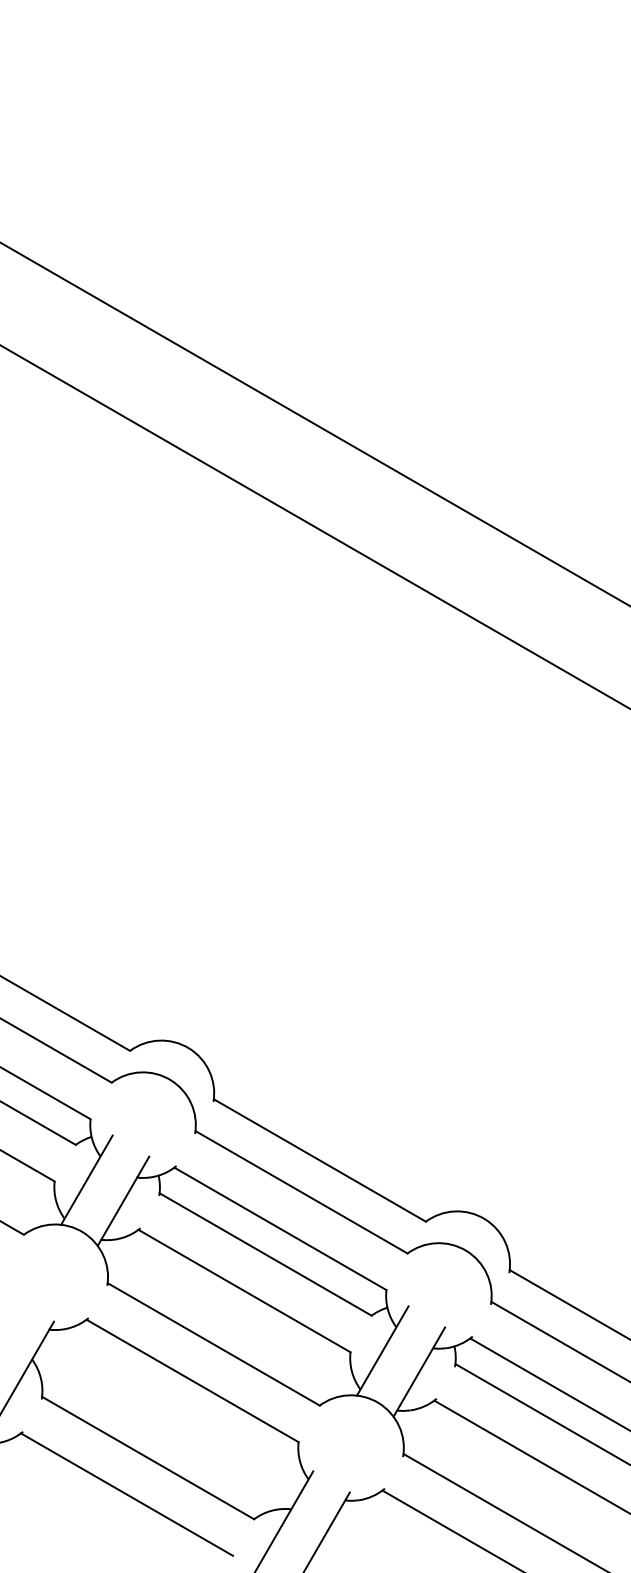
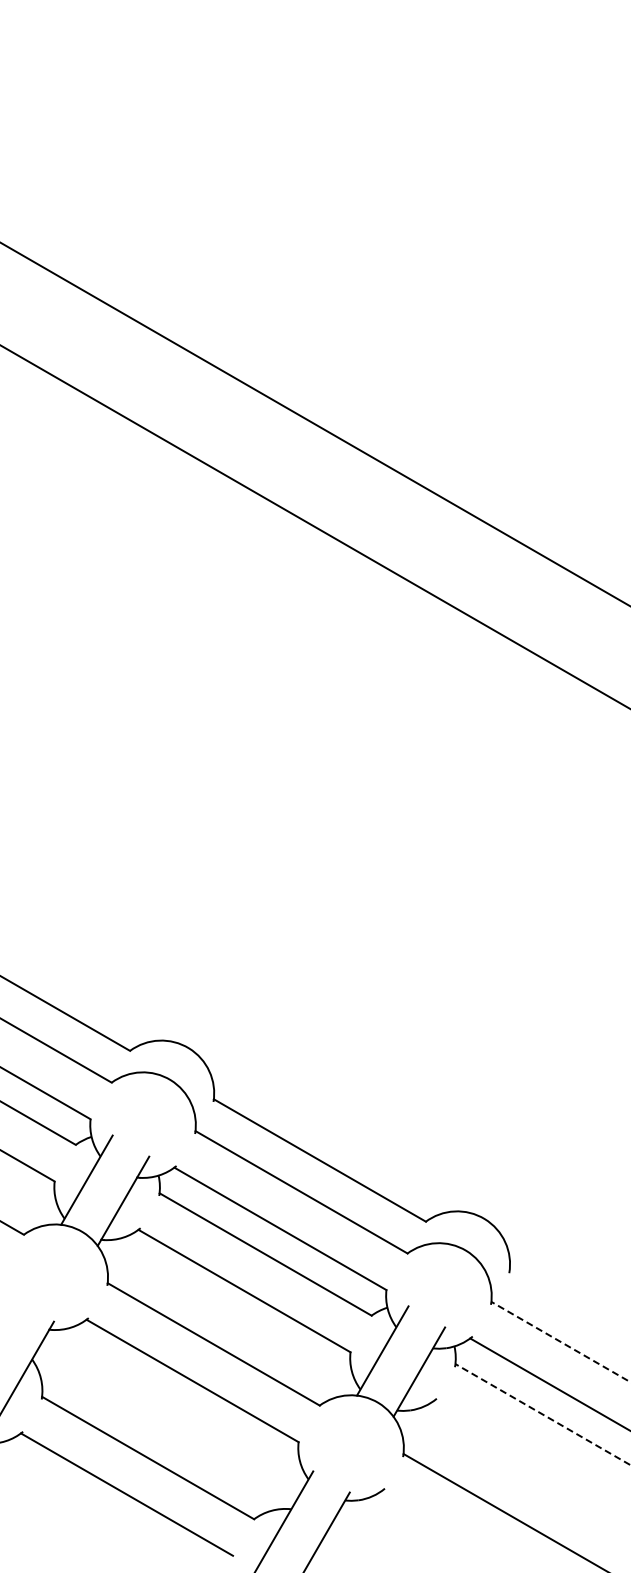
line at (568, 1304): present -> none
line at (560, 1341): solid -> dashed
line at (542, 1414): solid -> dashed
line at (530, 1456): present -> none
line at (450, 1529): present -> none
